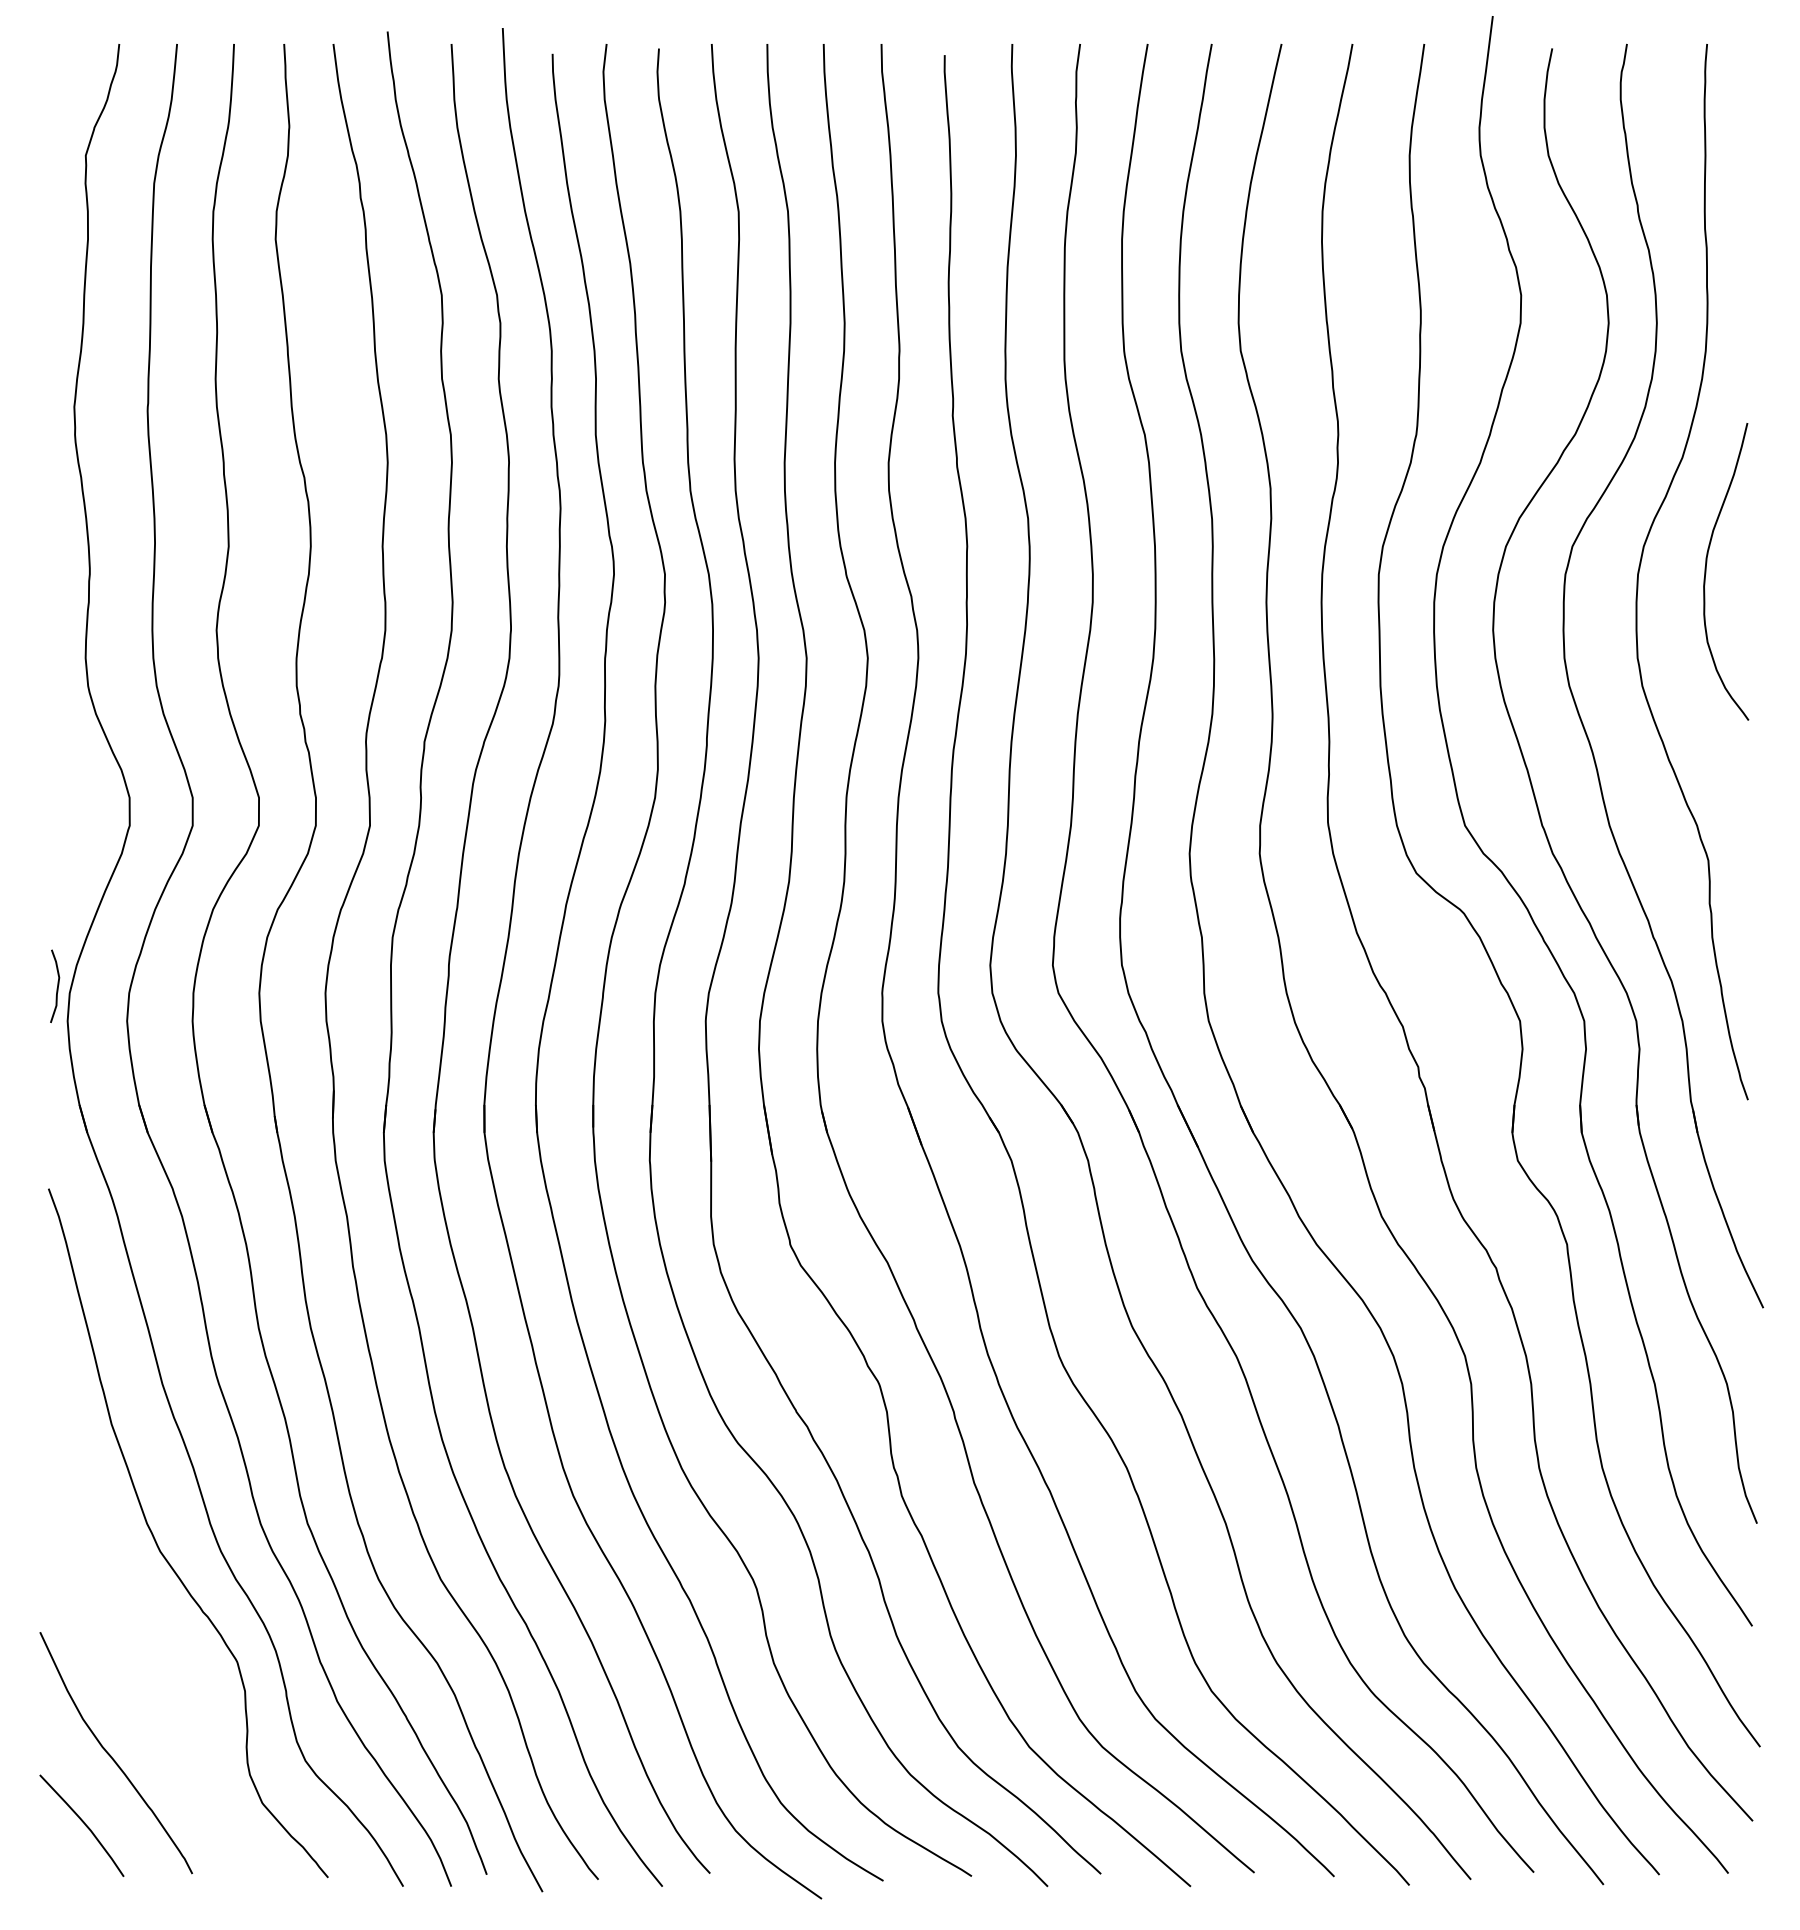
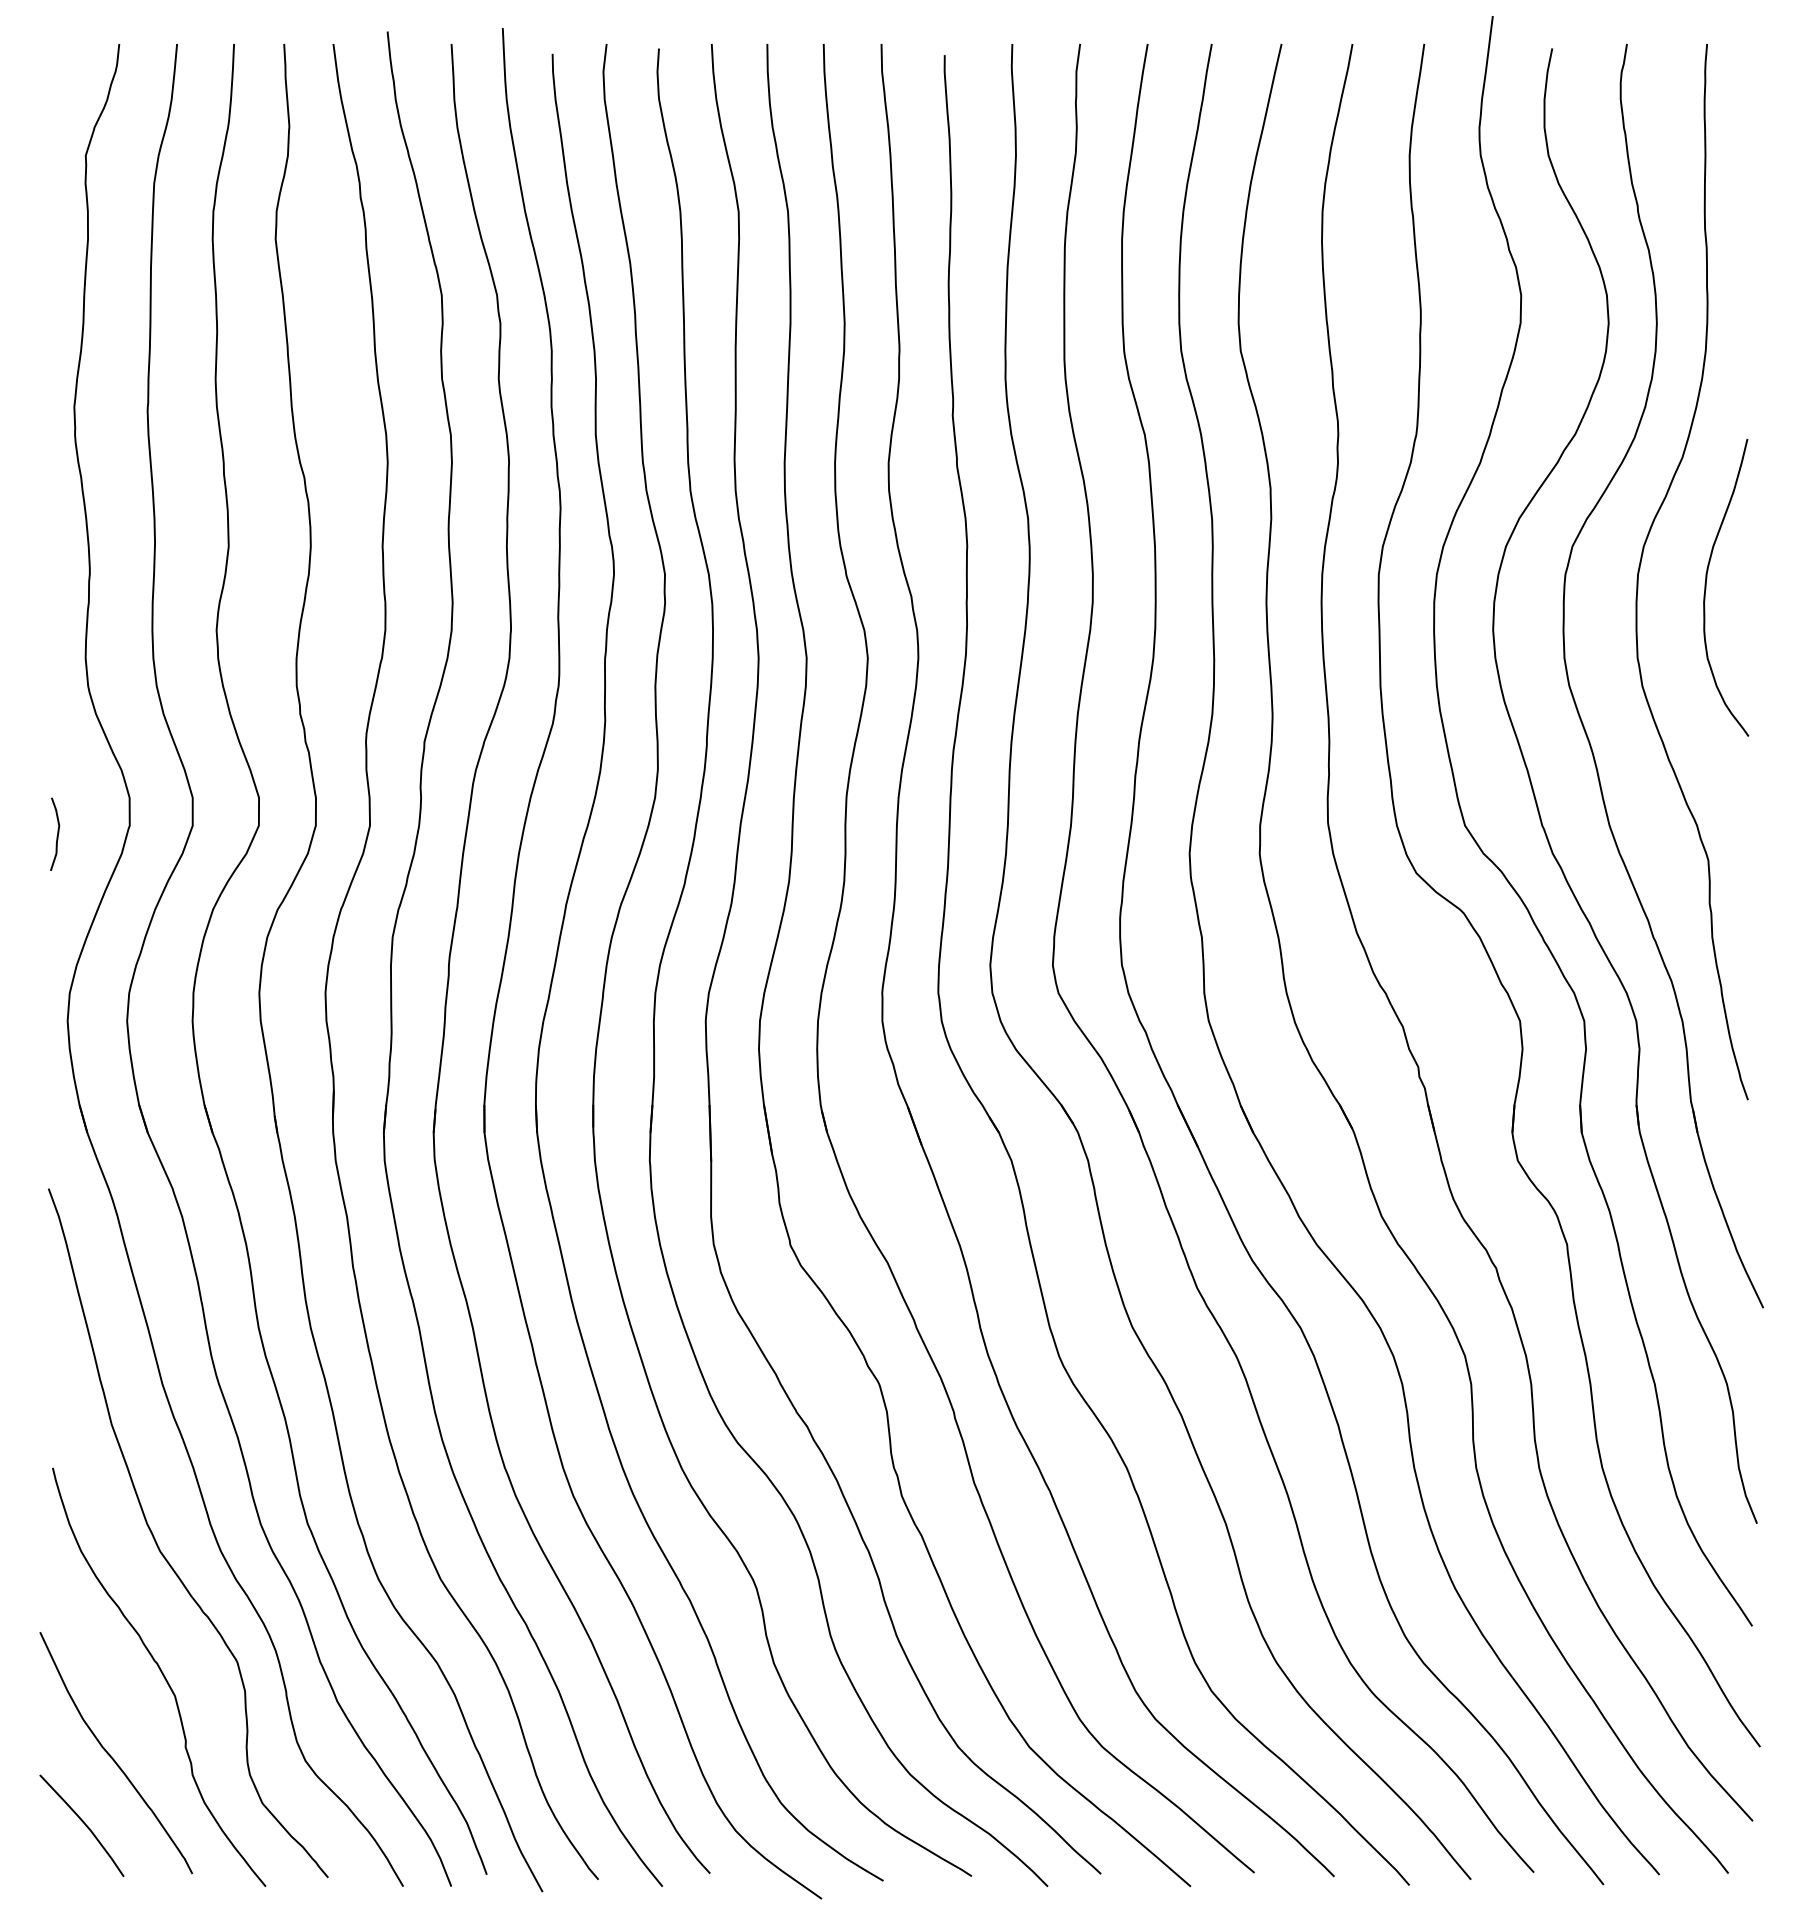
curve at (1706, 571) position: (1706, 571) -> (1706, 587)
curve at (57, 985) position: (57, 985) -> (57, 833)
curve at (162, 1675): none -> present
